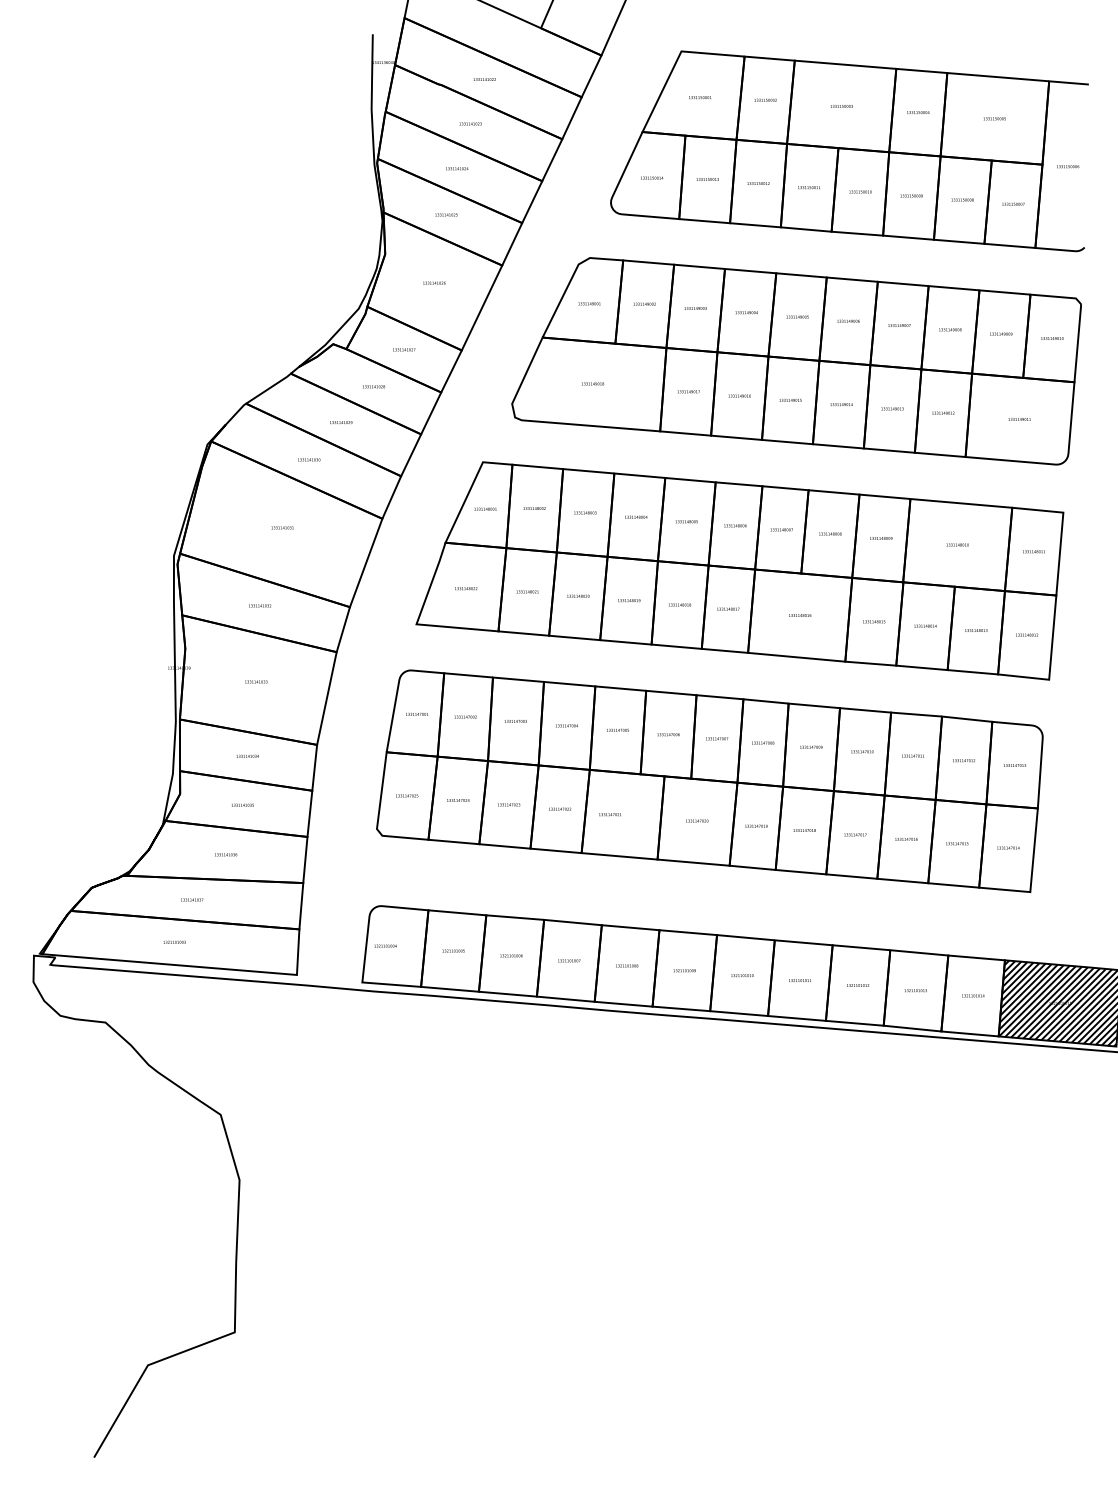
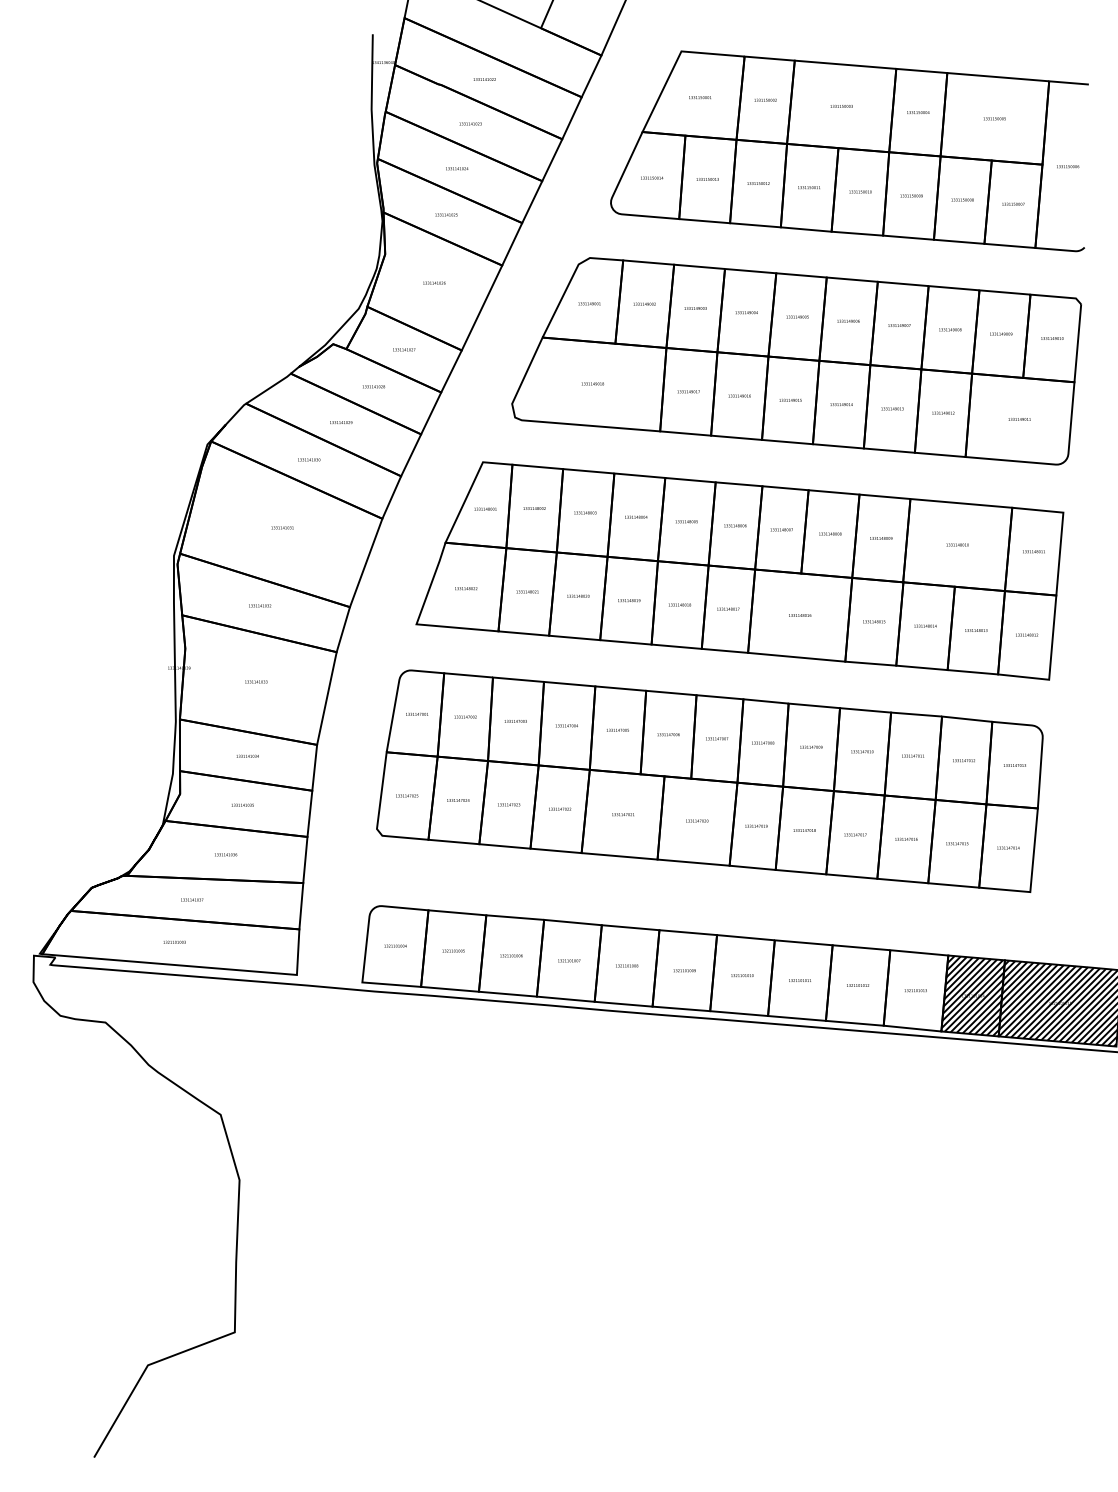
text at (609, 814) position: (609, 814) -> (622, 814)
text at (385, 945) position: (385, 945) -> (395, 945)
hatch at (972, 995): none -> present
